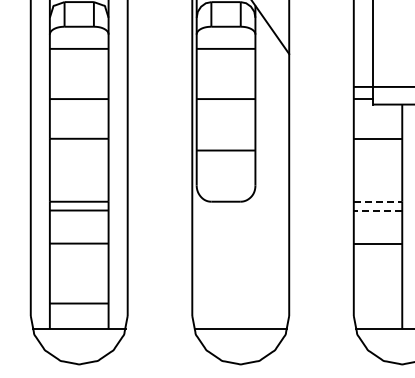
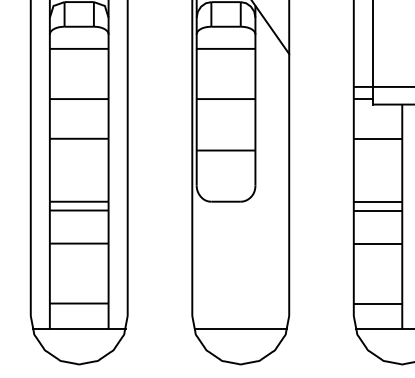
line at (378, 201): dashed -> solid
line at (377, 210): dashed -> solid
line at (377, 303): none -> present
